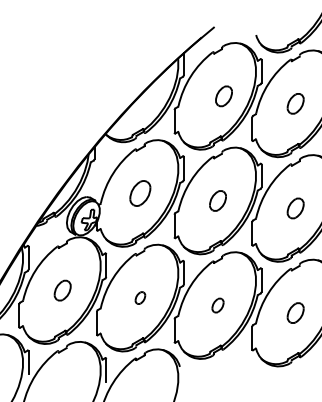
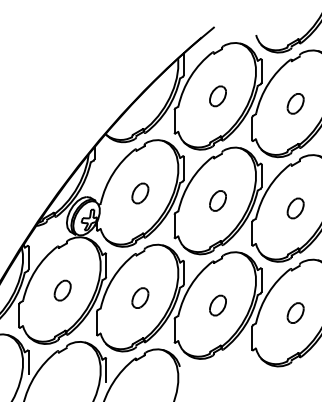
part at (223, 96) position: (223, 96) -> (217, 96)
part at (140, 193) size: 23x27 px -> 19x23 px
part at (140, 297) size: 13x14 px -> 19x22 px
part at (217, 305) size: 14x17 px -> 18x23 px
